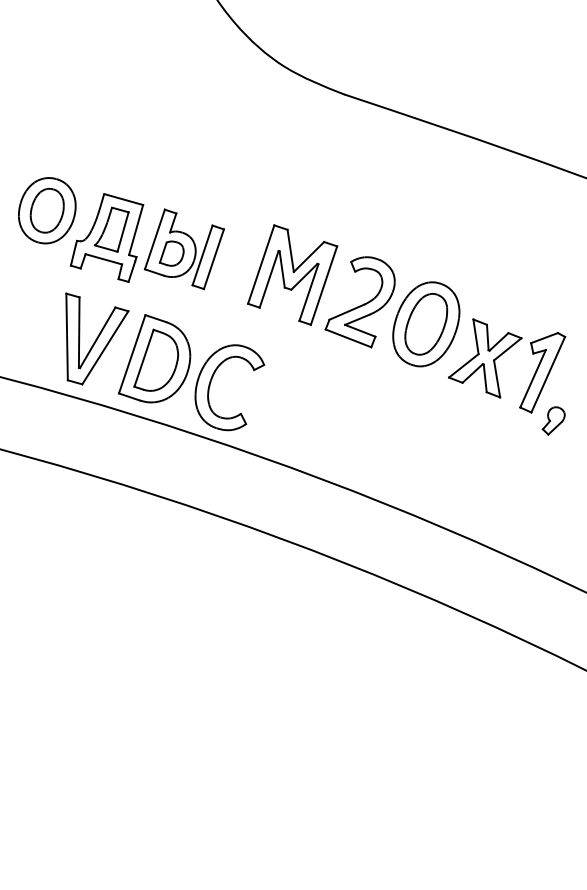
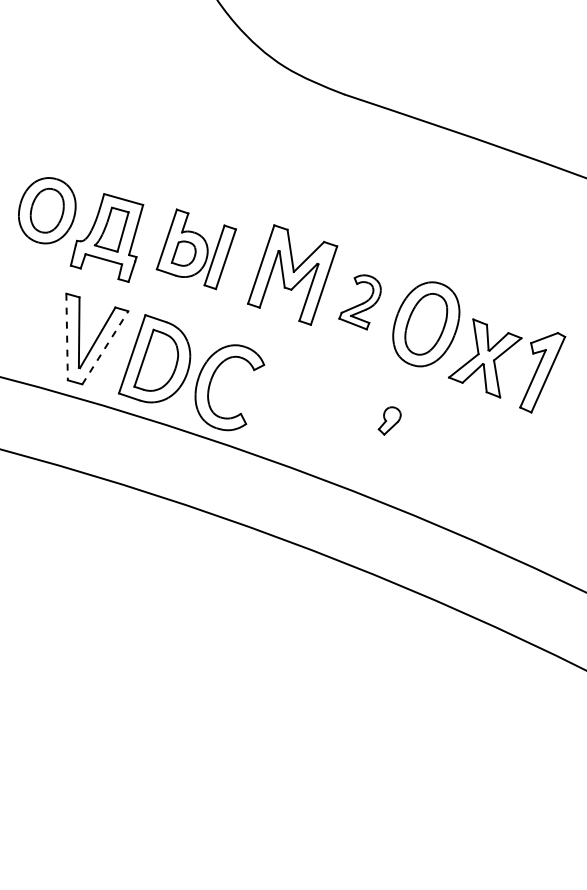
part at (183, 249) position: (183, 249) -> (195, 249)
part at (359, 302) size: 72x93 px -> 44x57 px
line at (67, 337): solid -> dashed
line at (105, 347): solid -> dashed
part at (553, 420) position: (553, 420) -> (389, 420)
